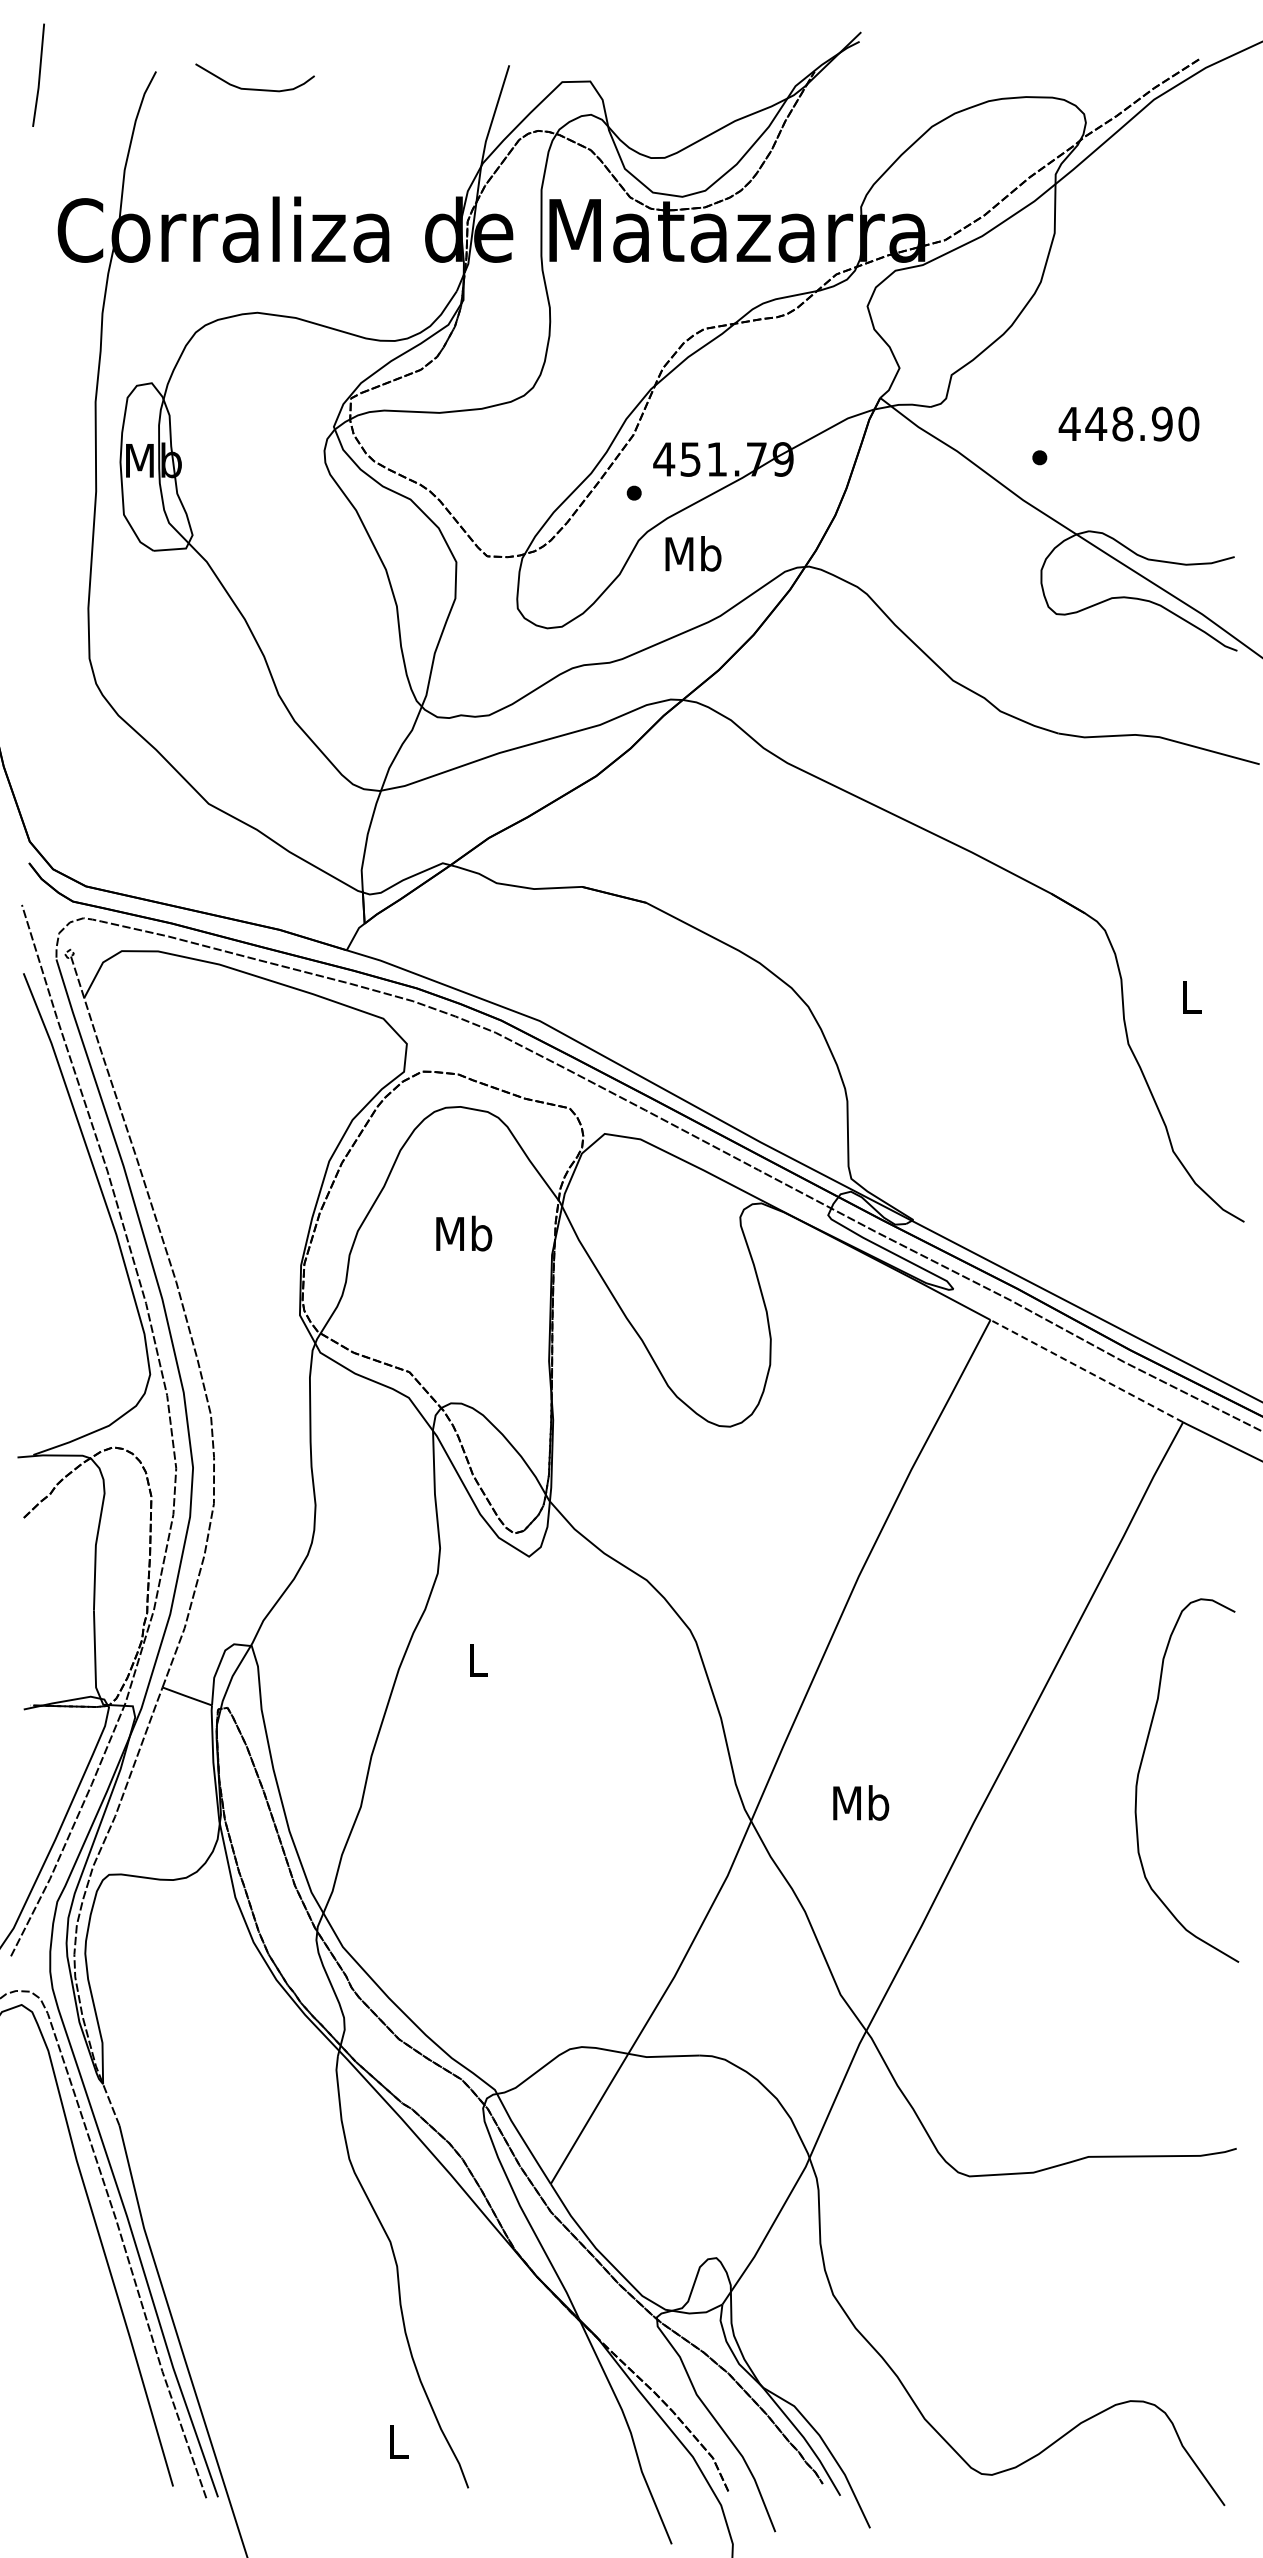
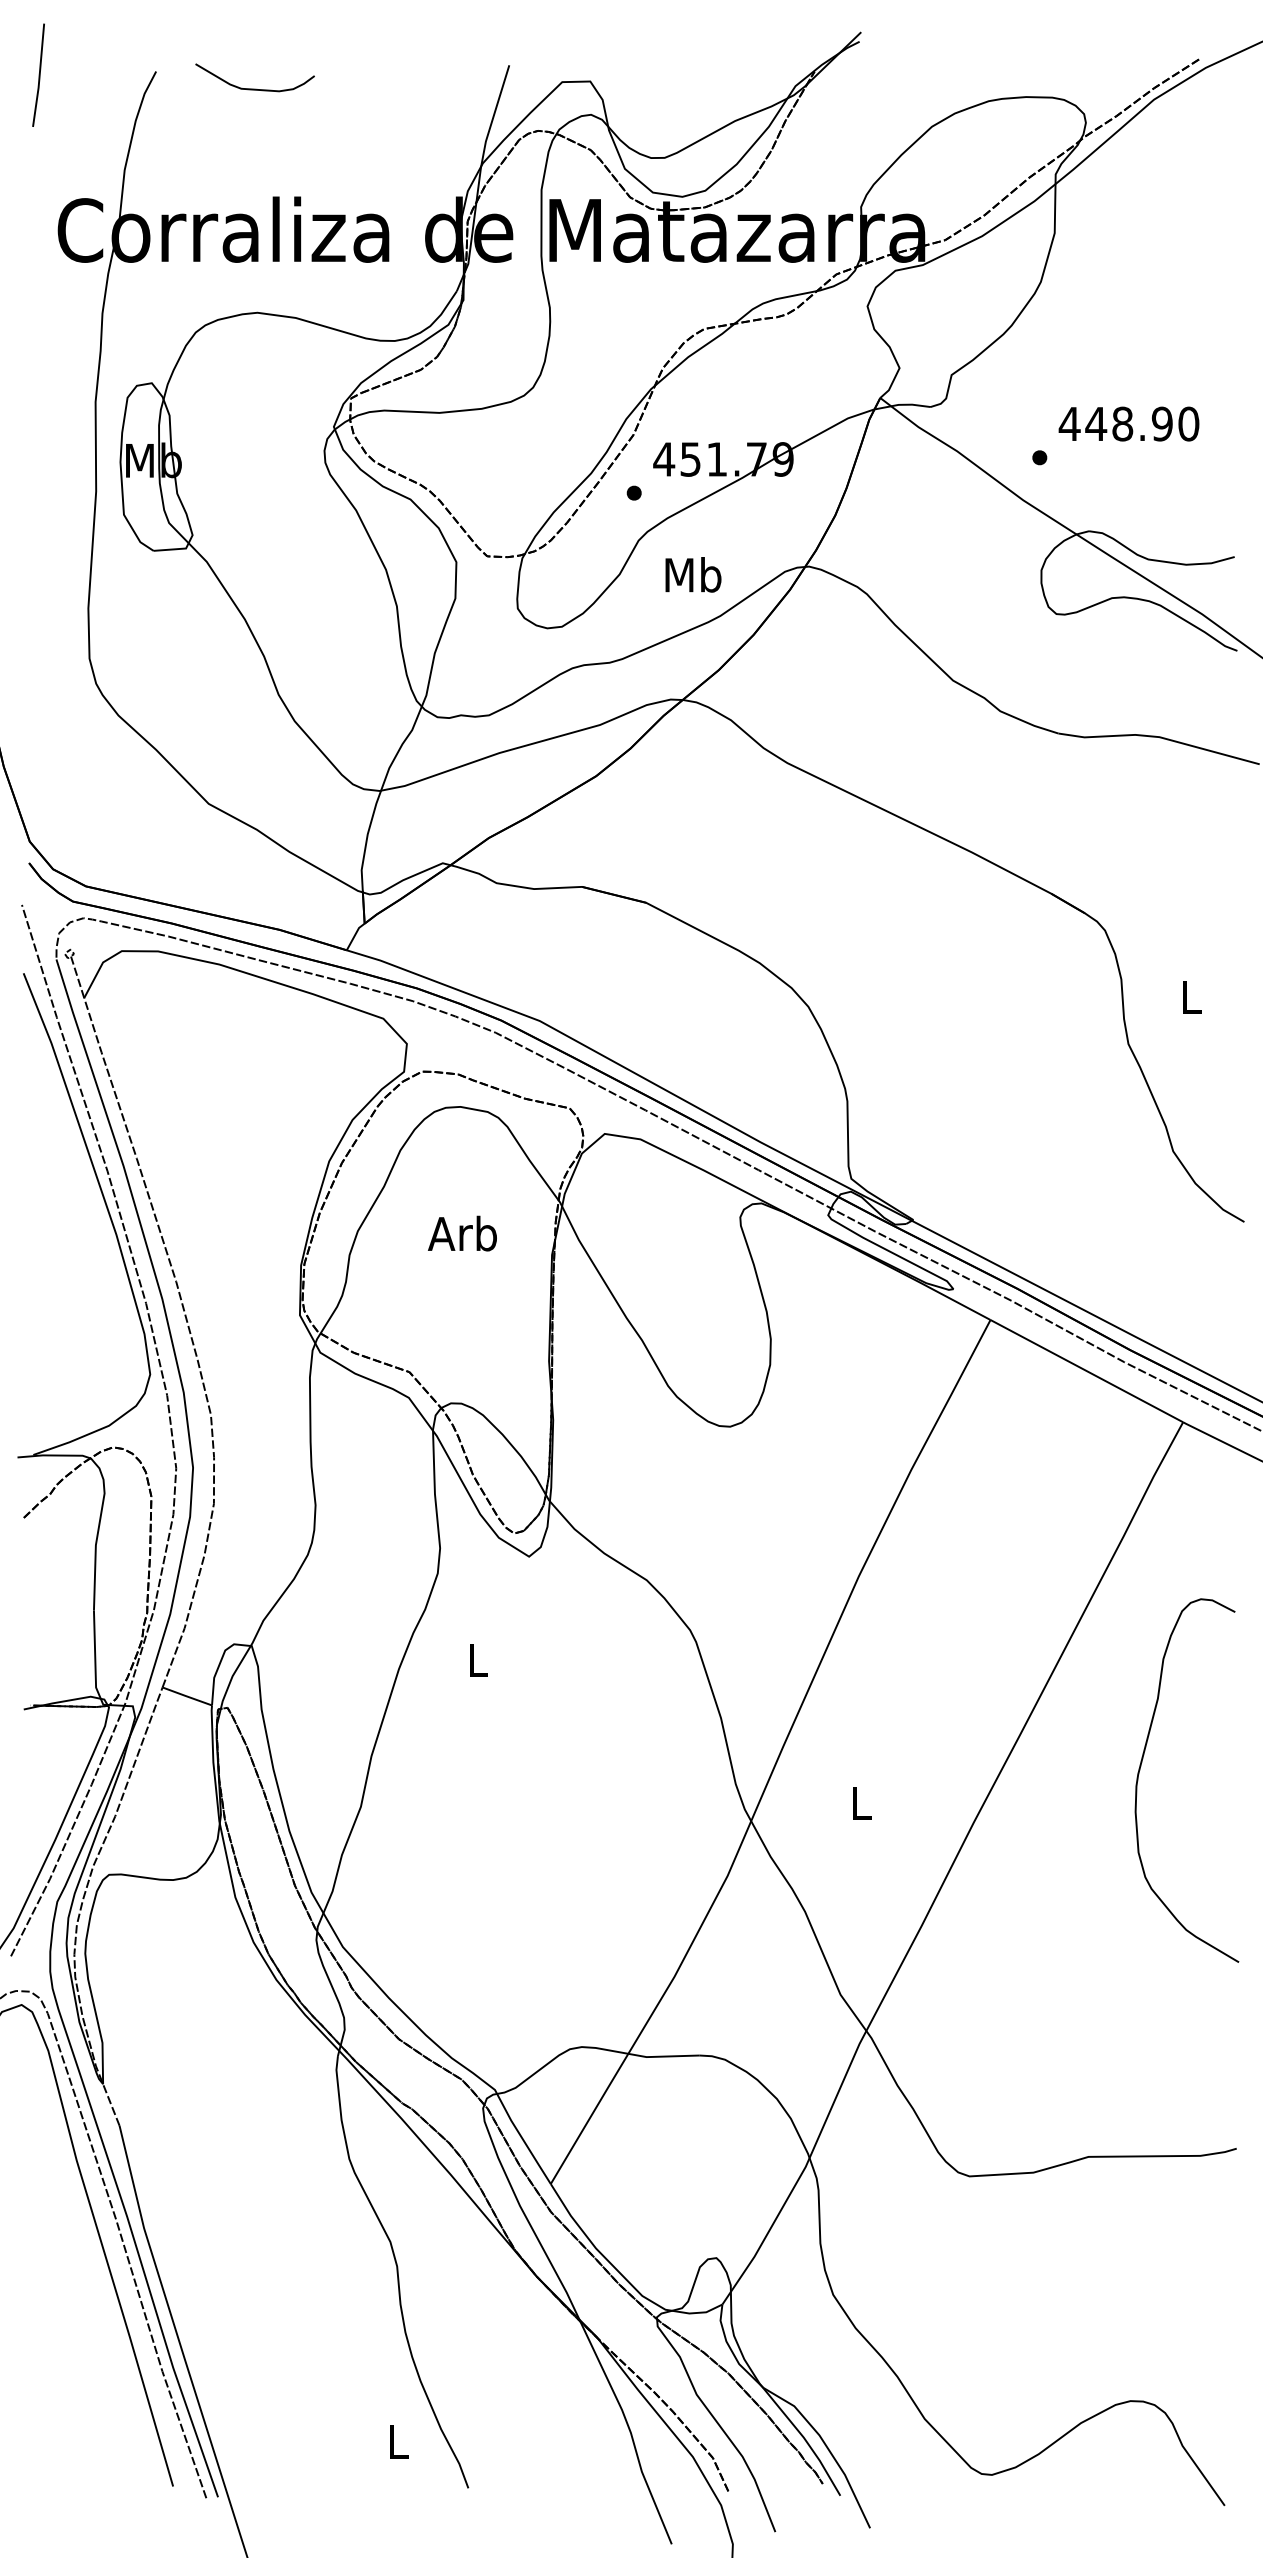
text at (693, 553) position: (693, 553) -> (693, 574)
text at (461, 1233): Mb -> Arb
line at (1086, 1370): dashed -> solid
text at (861, 1802): Mb -> L
